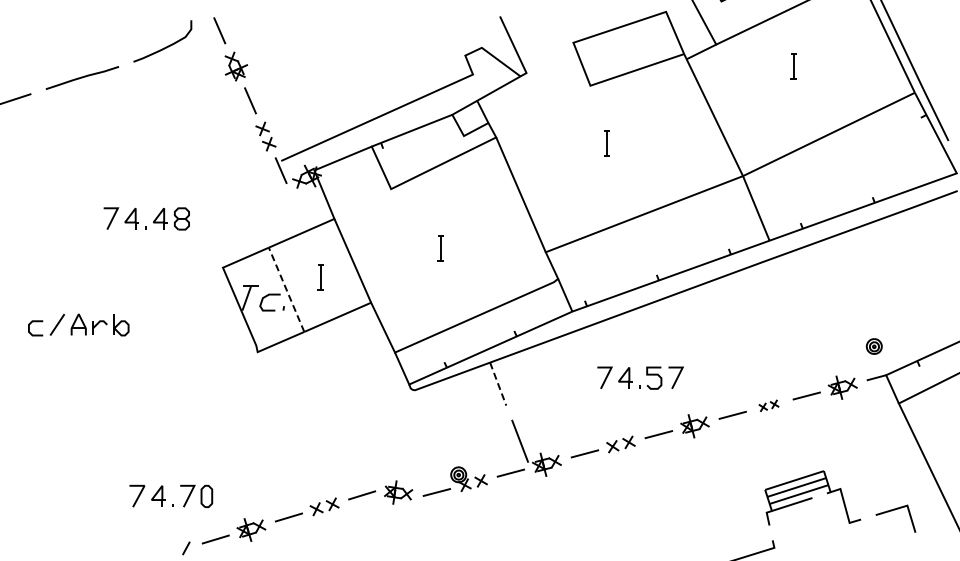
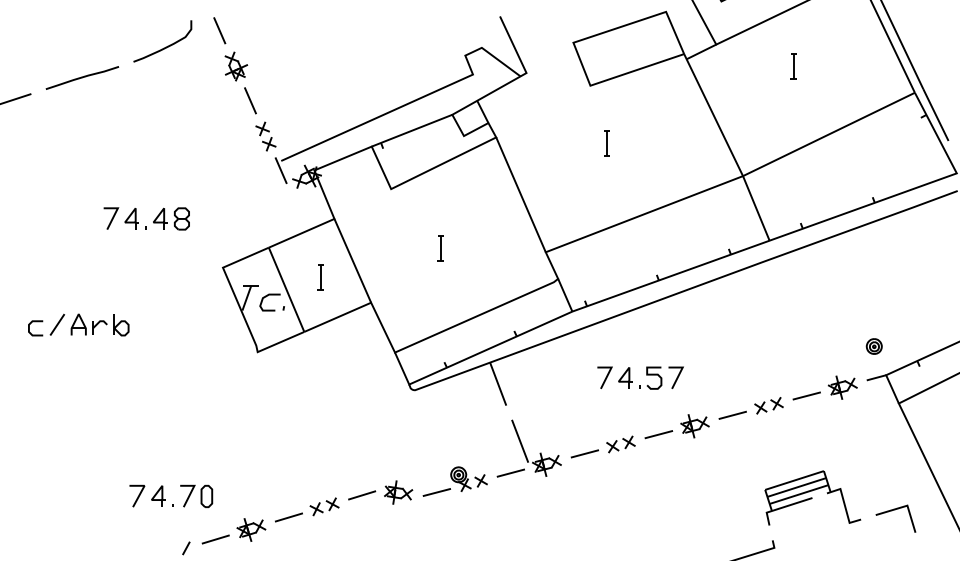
line at (286, 289): dashed -> solid
line at (498, 384): dashed -> solid
part at (768, 405) size: 22x14 px -> 30x18 px
